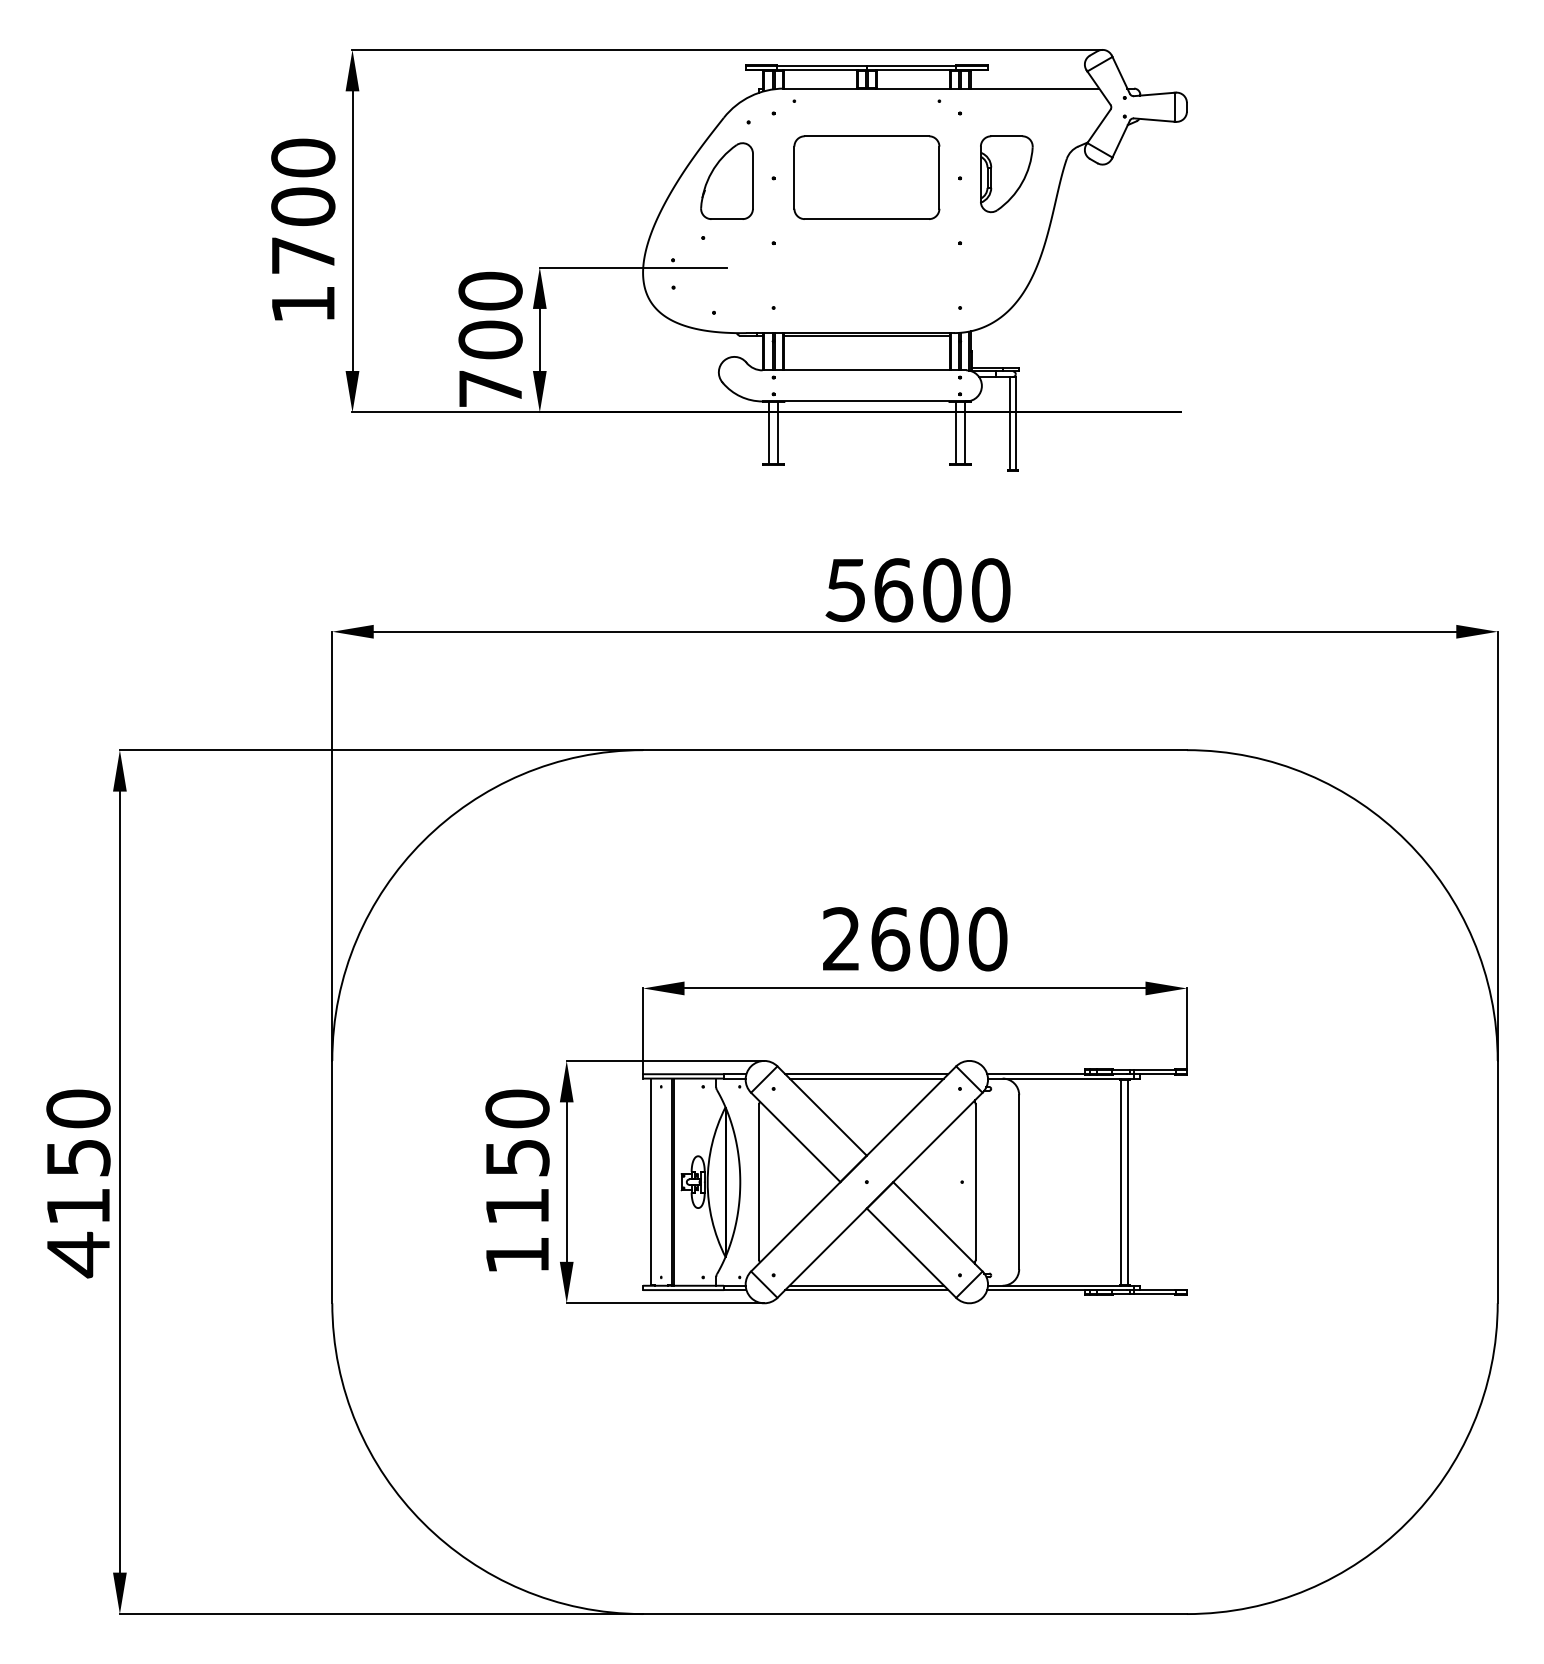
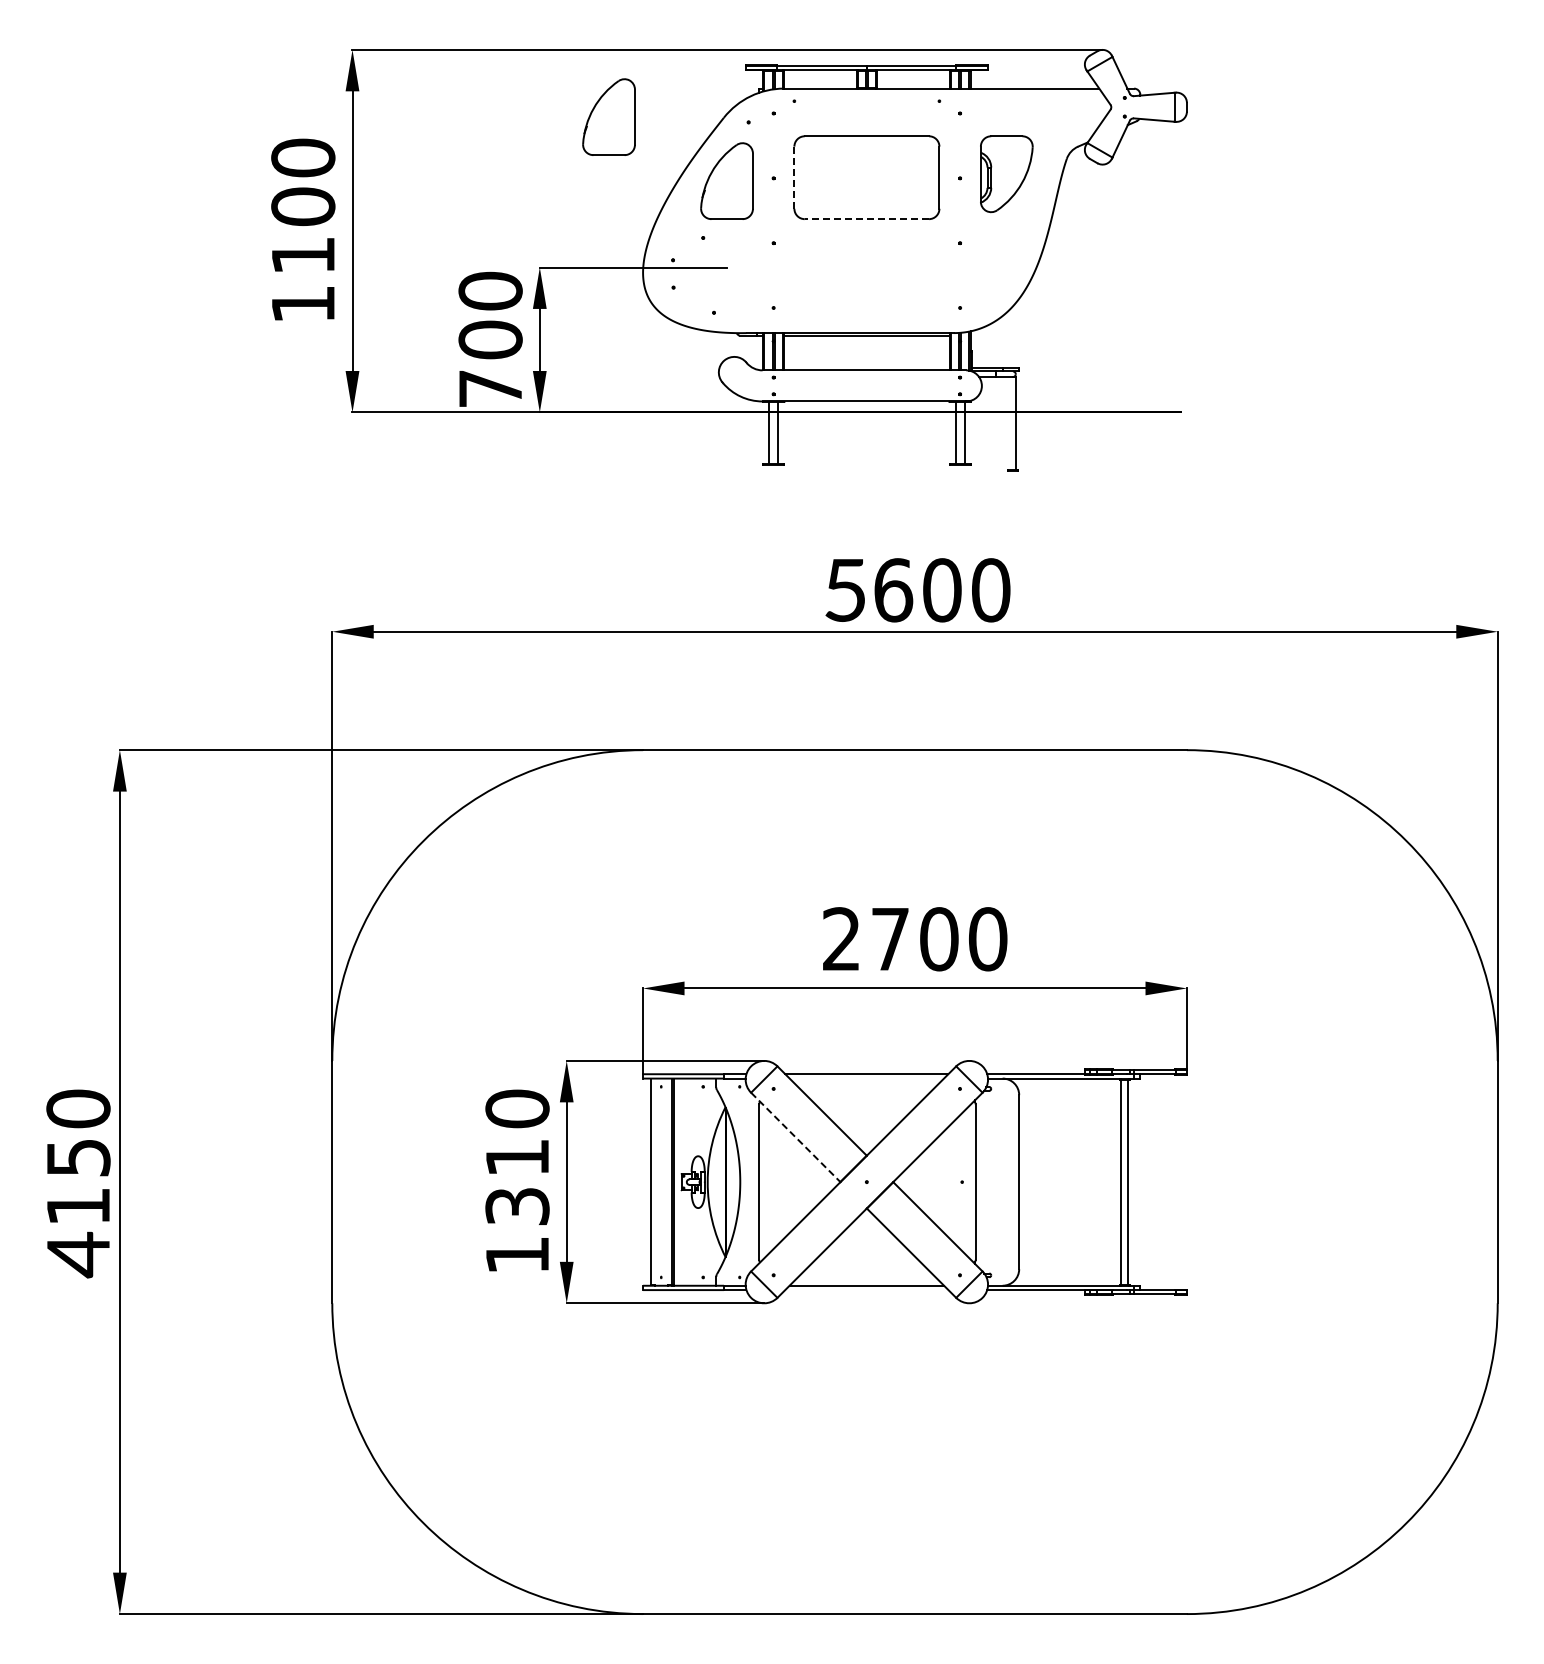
part at (608, 116): none -> present
line at (794, 177): solid -> dashed
line at (866, 219): solid -> dashed
text at (303, 255): 1700 -> 1100
line at (1010, 423): present -> none
text at (890, 939): 2600 -> 2700
line at (866, 1078): present -> none
line at (796, 1137): solid -> dashed
text at (517, 1182): 1150 -> 1310
line at (866, 1290): present -> none
